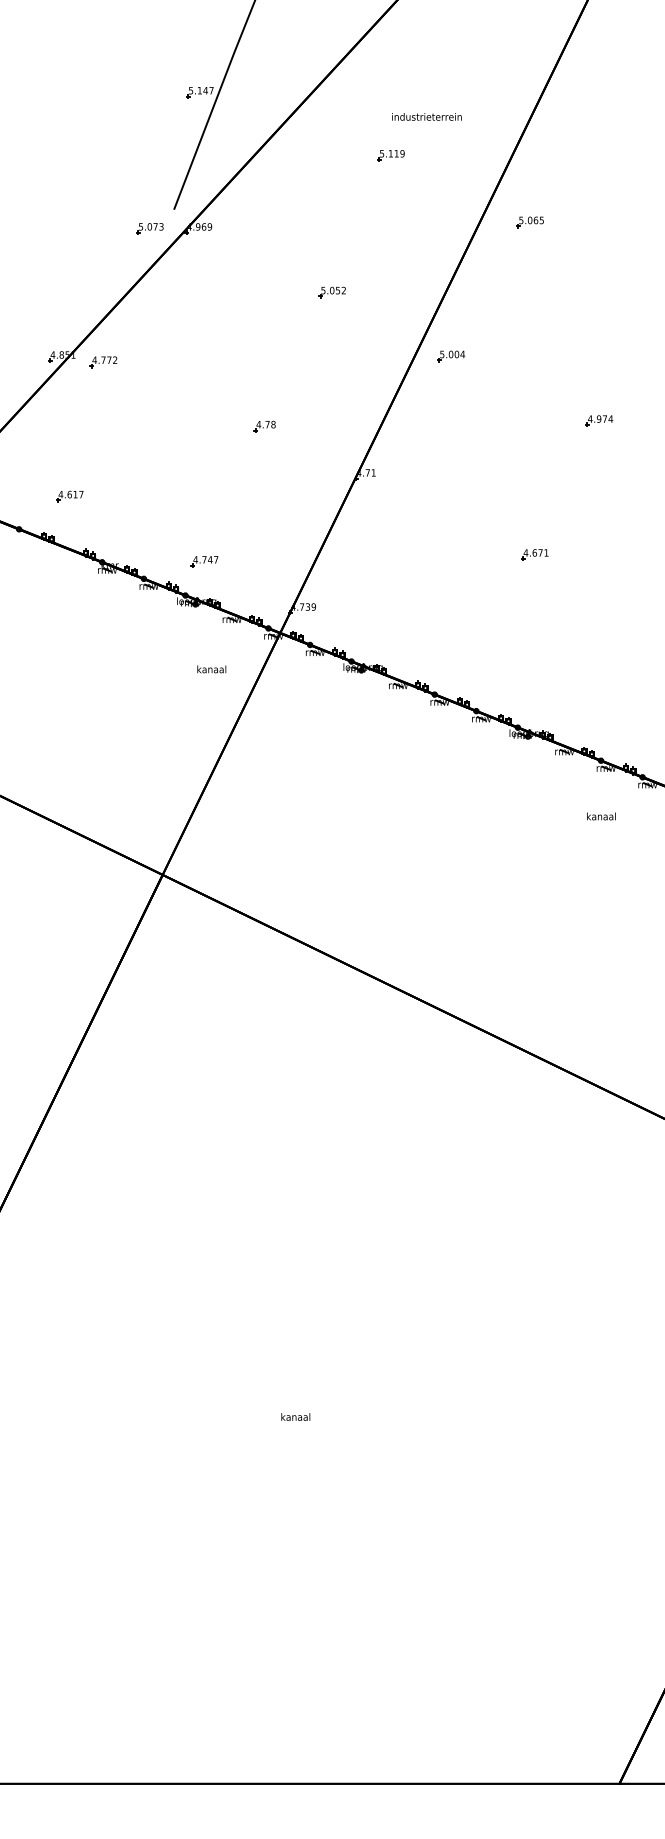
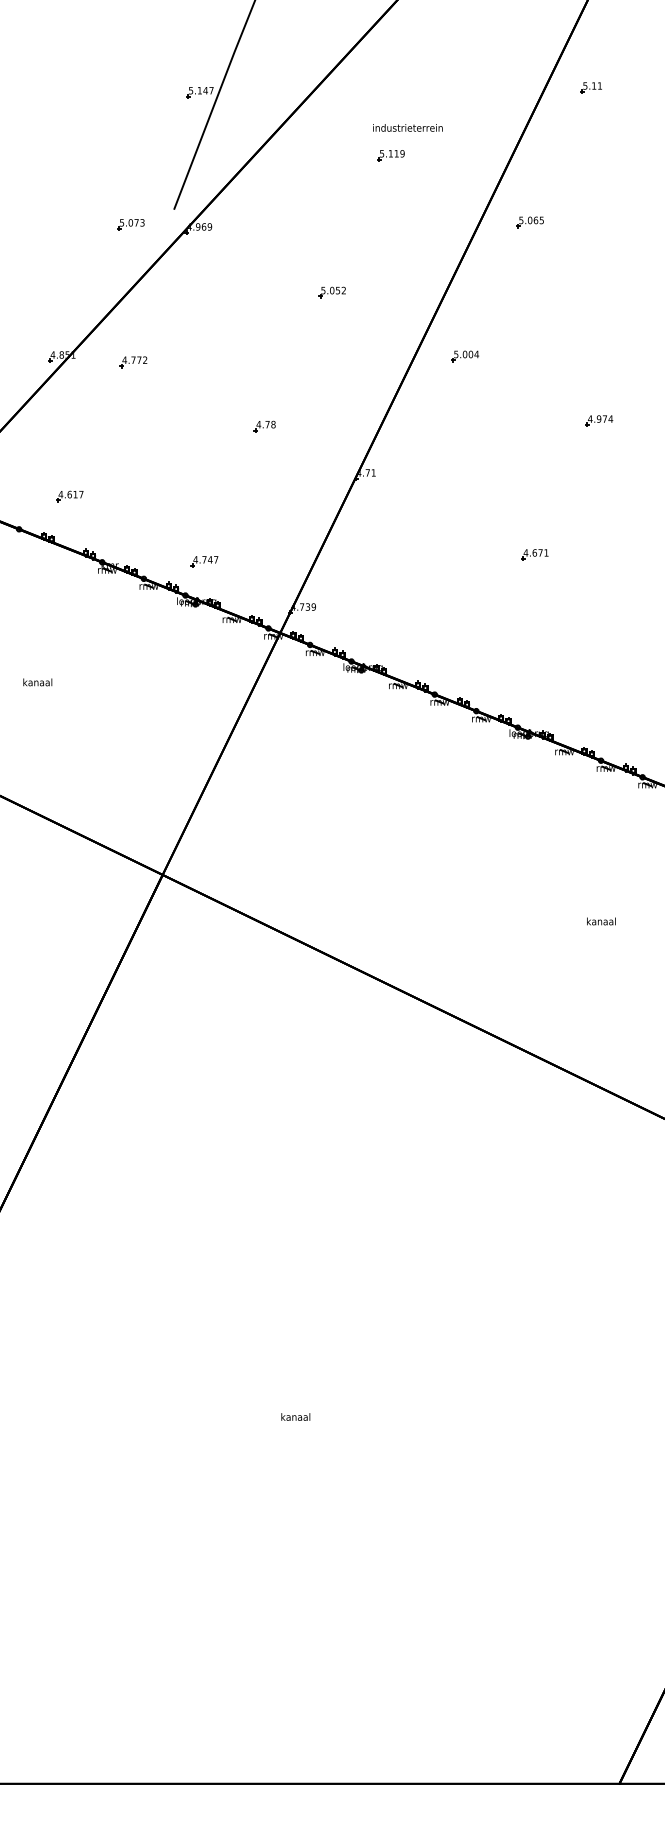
part at (590, 87): none -> present
text at (426, 116) position: (426, 116) -> (407, 127)
part at (149, 228) position: (149, 228) -> (130, 224)
part at (450, 356) position: (450, 356) -> (464, 356)
part at (103, 362) position: (103, 362) -> (133, 362)
text at (211, 669) position: (211, 669) -> (37, 682)
text at (601, 816) position: (601, 816) -> (601, 921)
